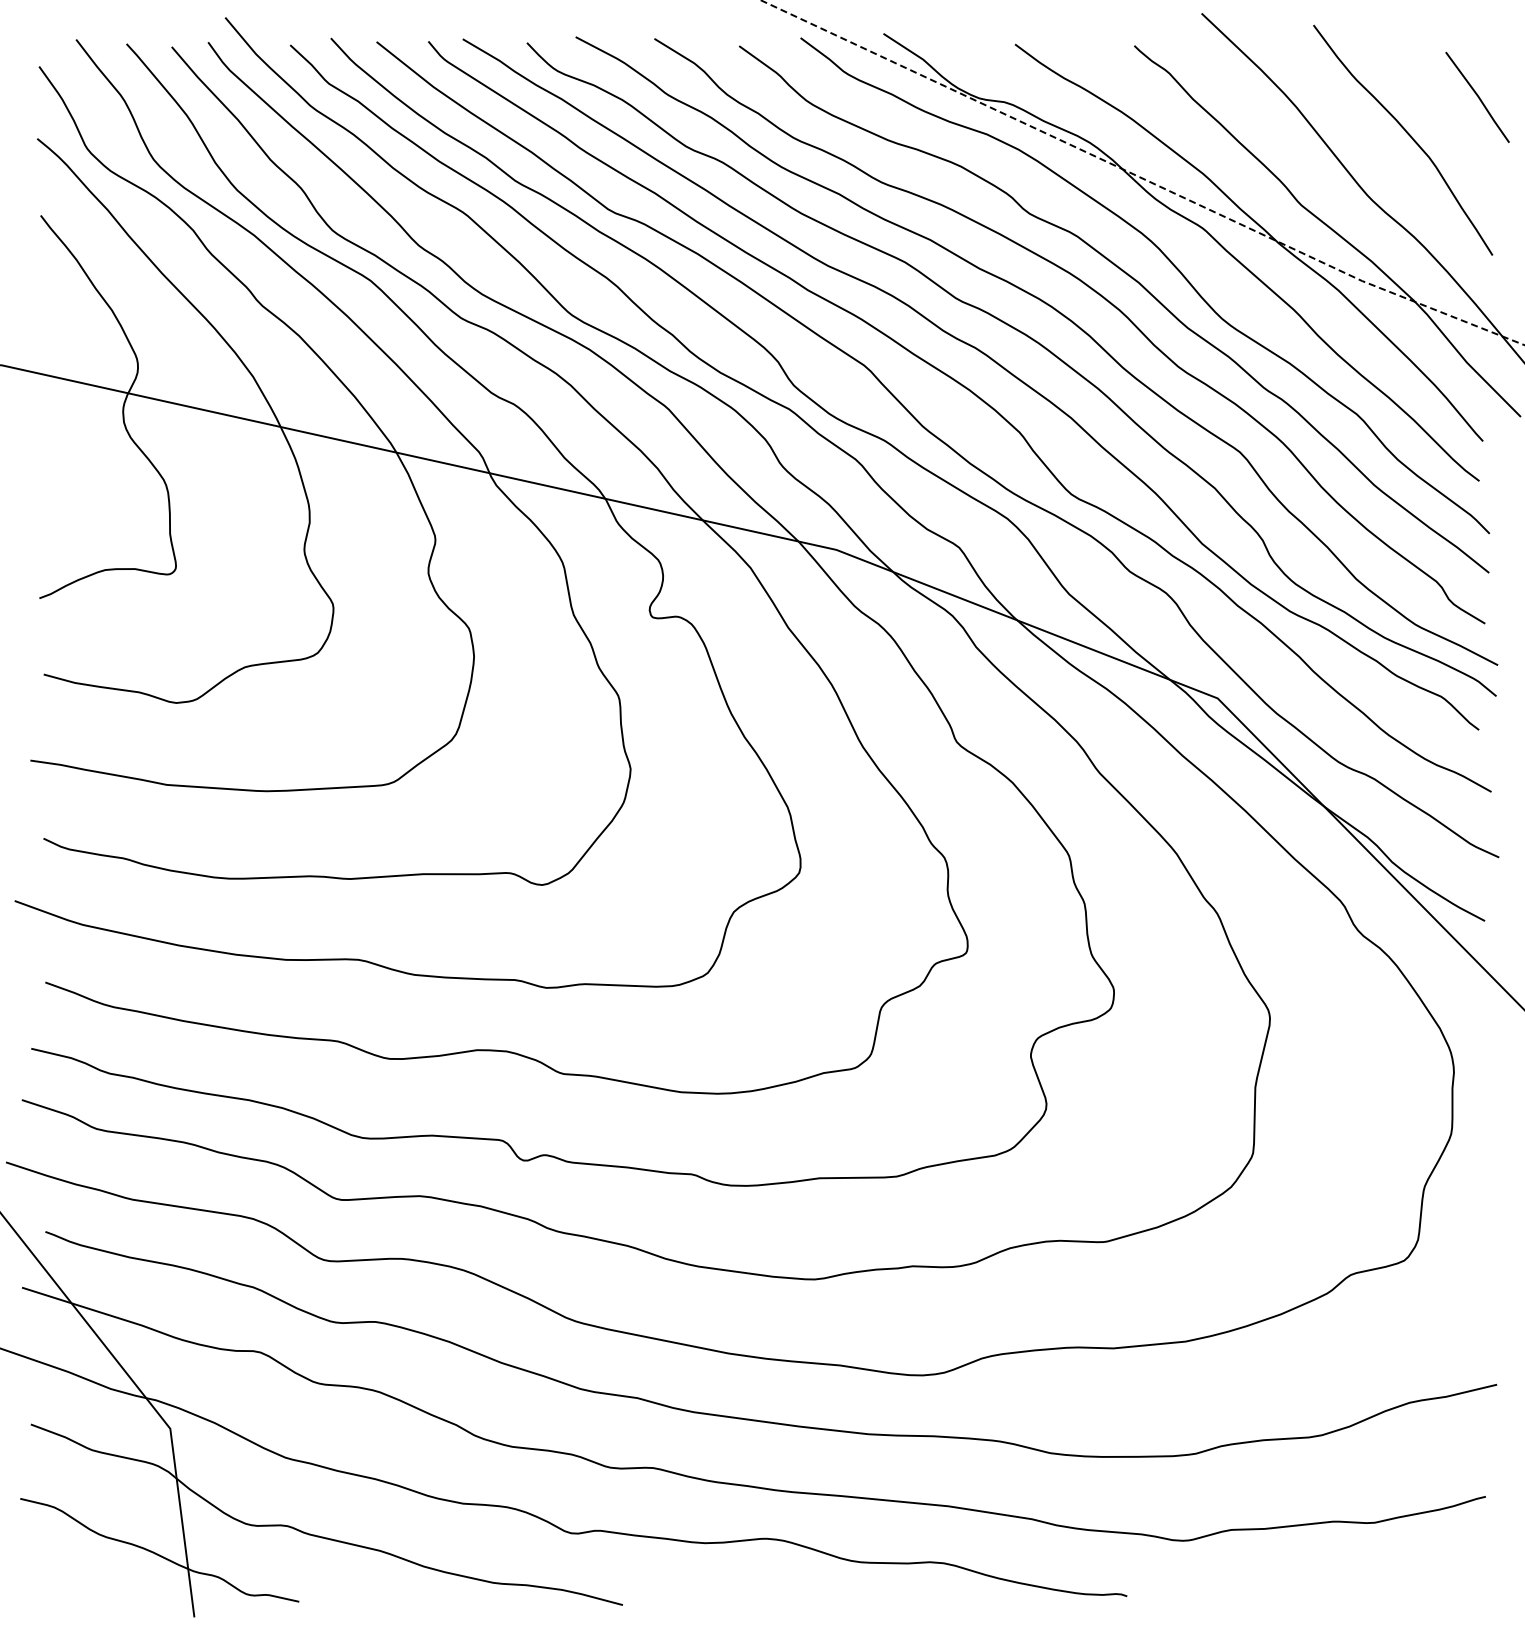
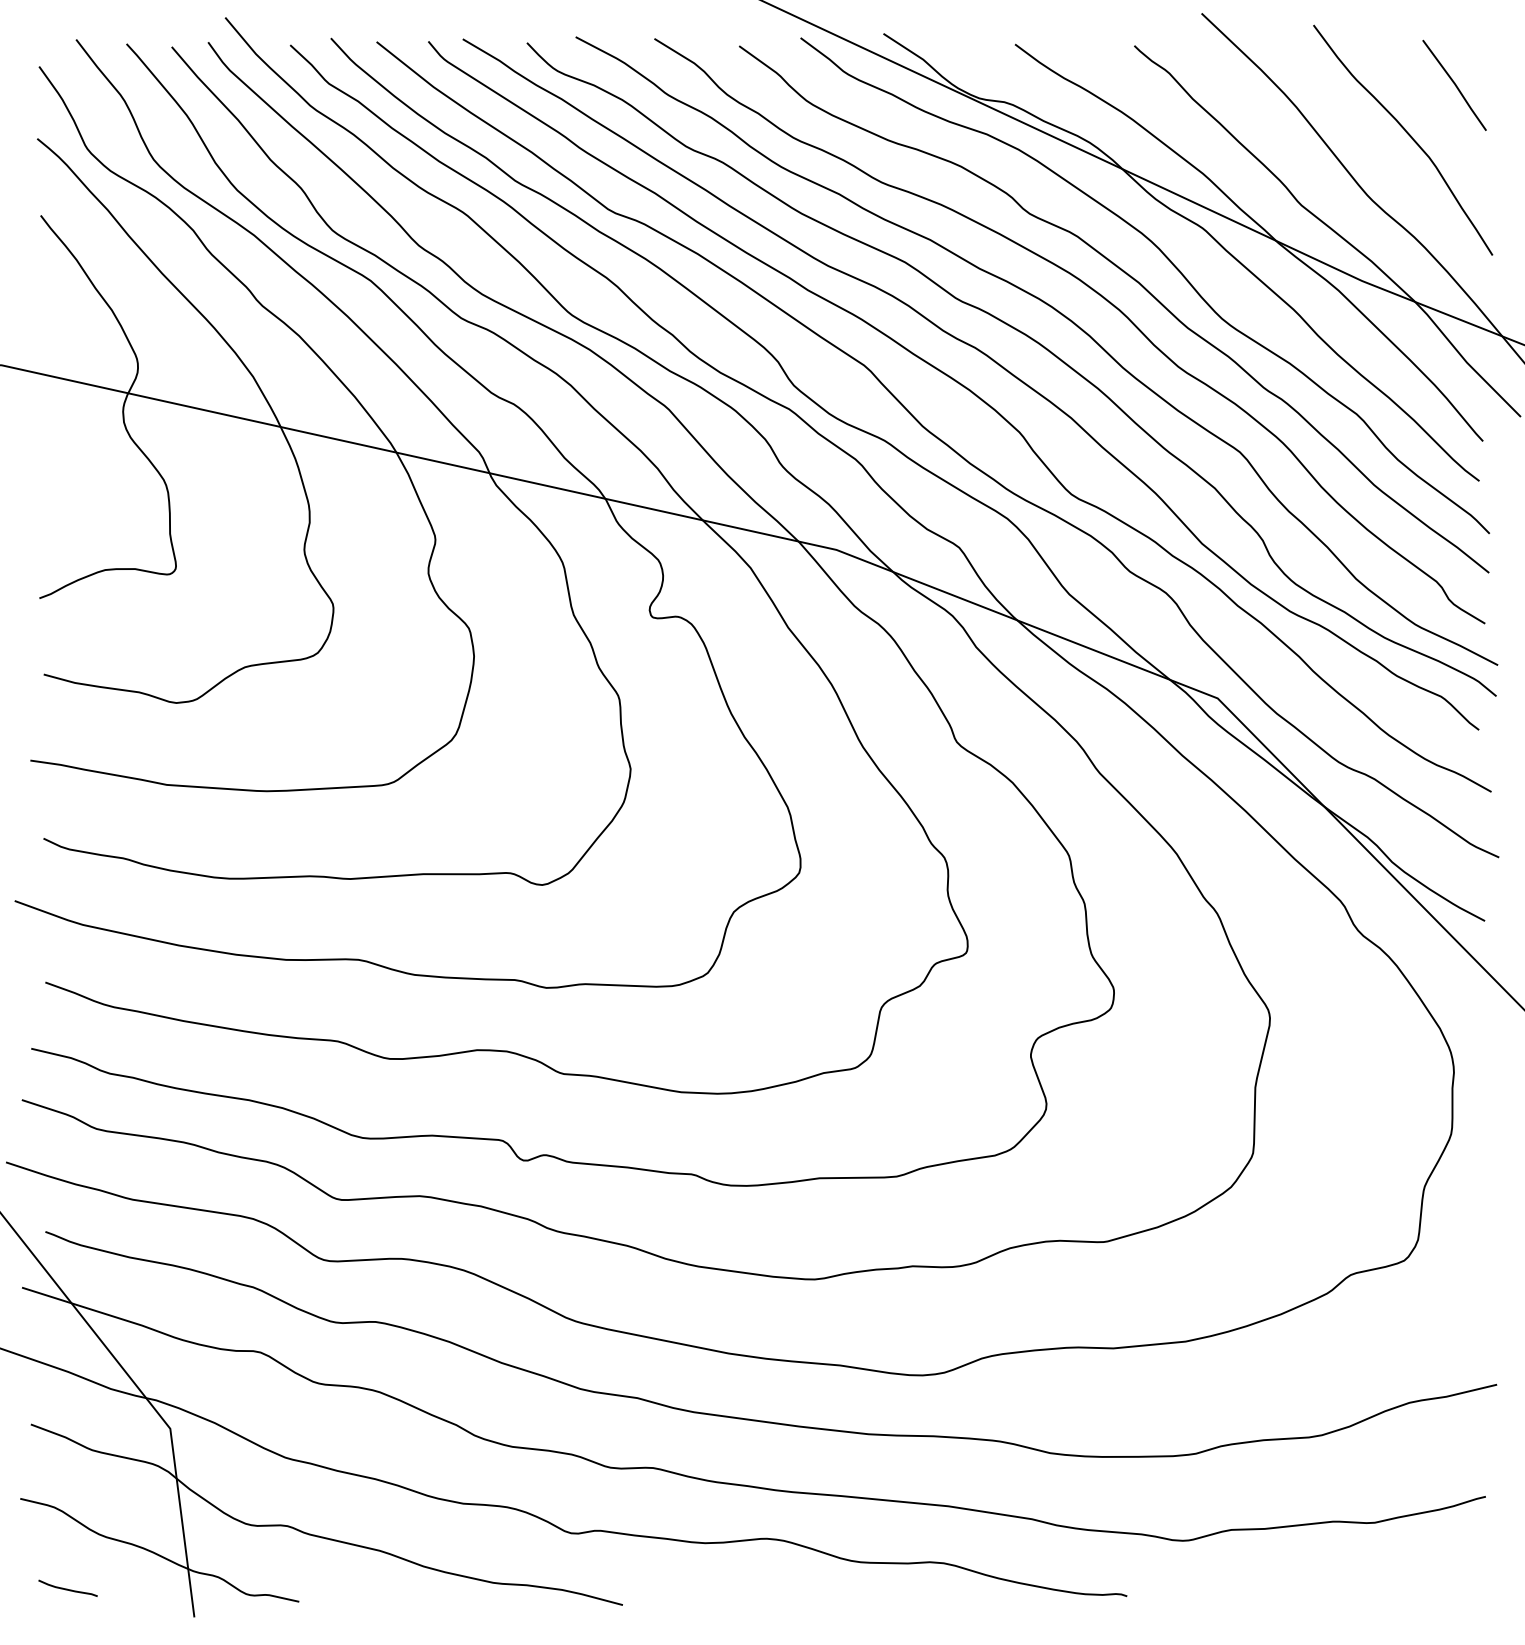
line at (1477, 96) position: (1477, 96) -> (1454, 84)
line at (1141, 177): dashed -> solid
curve at (67, 1588): none -> present
